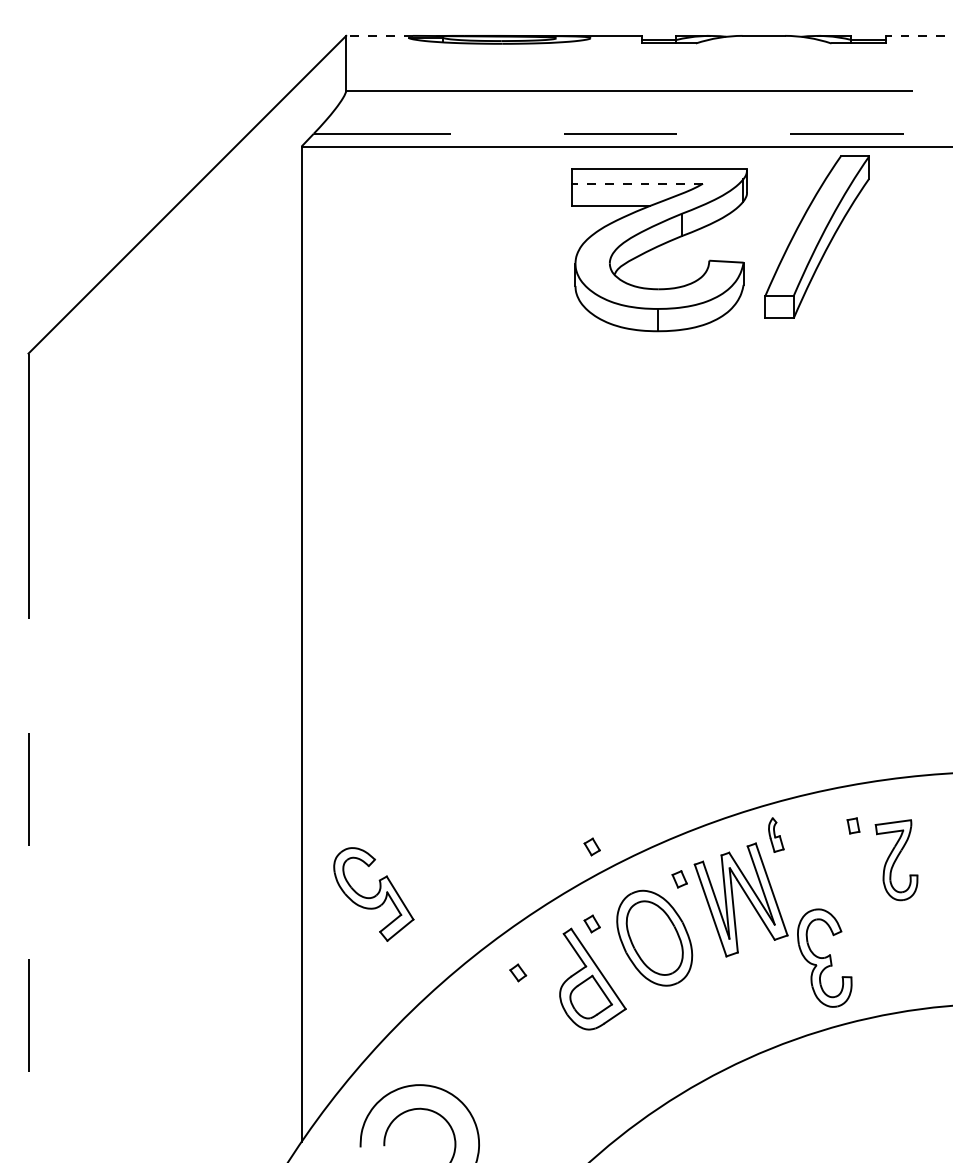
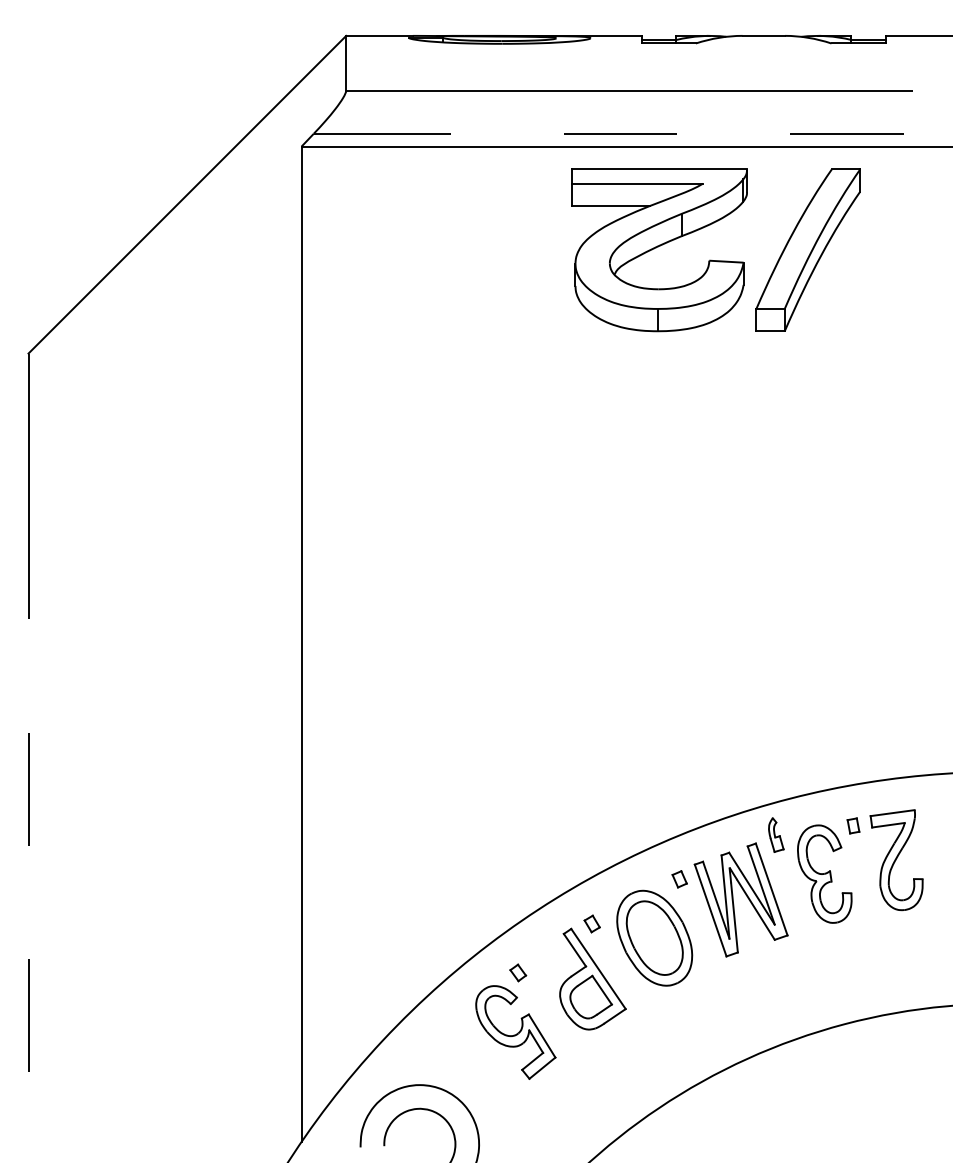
line at (379, 35): dashed -> solid
line at (918, 35): dashed -> solid
line at (637, 183): dashed -> solid
part at (816, 236) position: (816, 236) -> (807, 249)
part at (591, 846): present -> none
part at (896, 860) size: 45x83 px -> 55x103 px
part at (373, 894) position: (373, 894) -> (515, 1032)
part at (824, 957) position: (824, 957) -> (824, 873)
